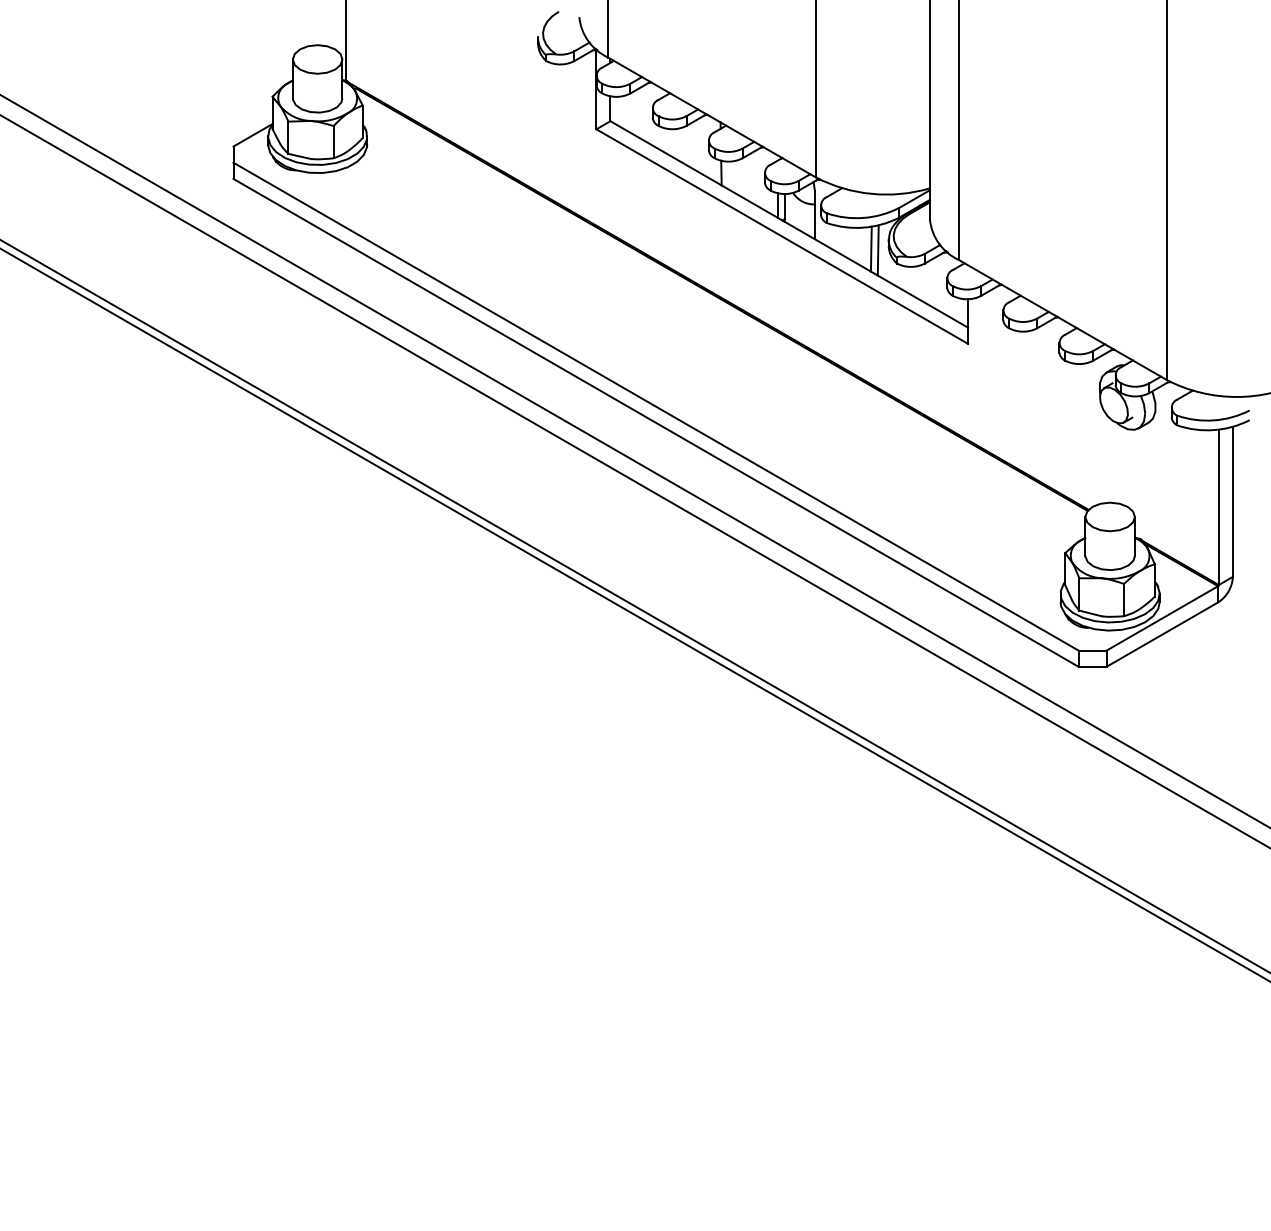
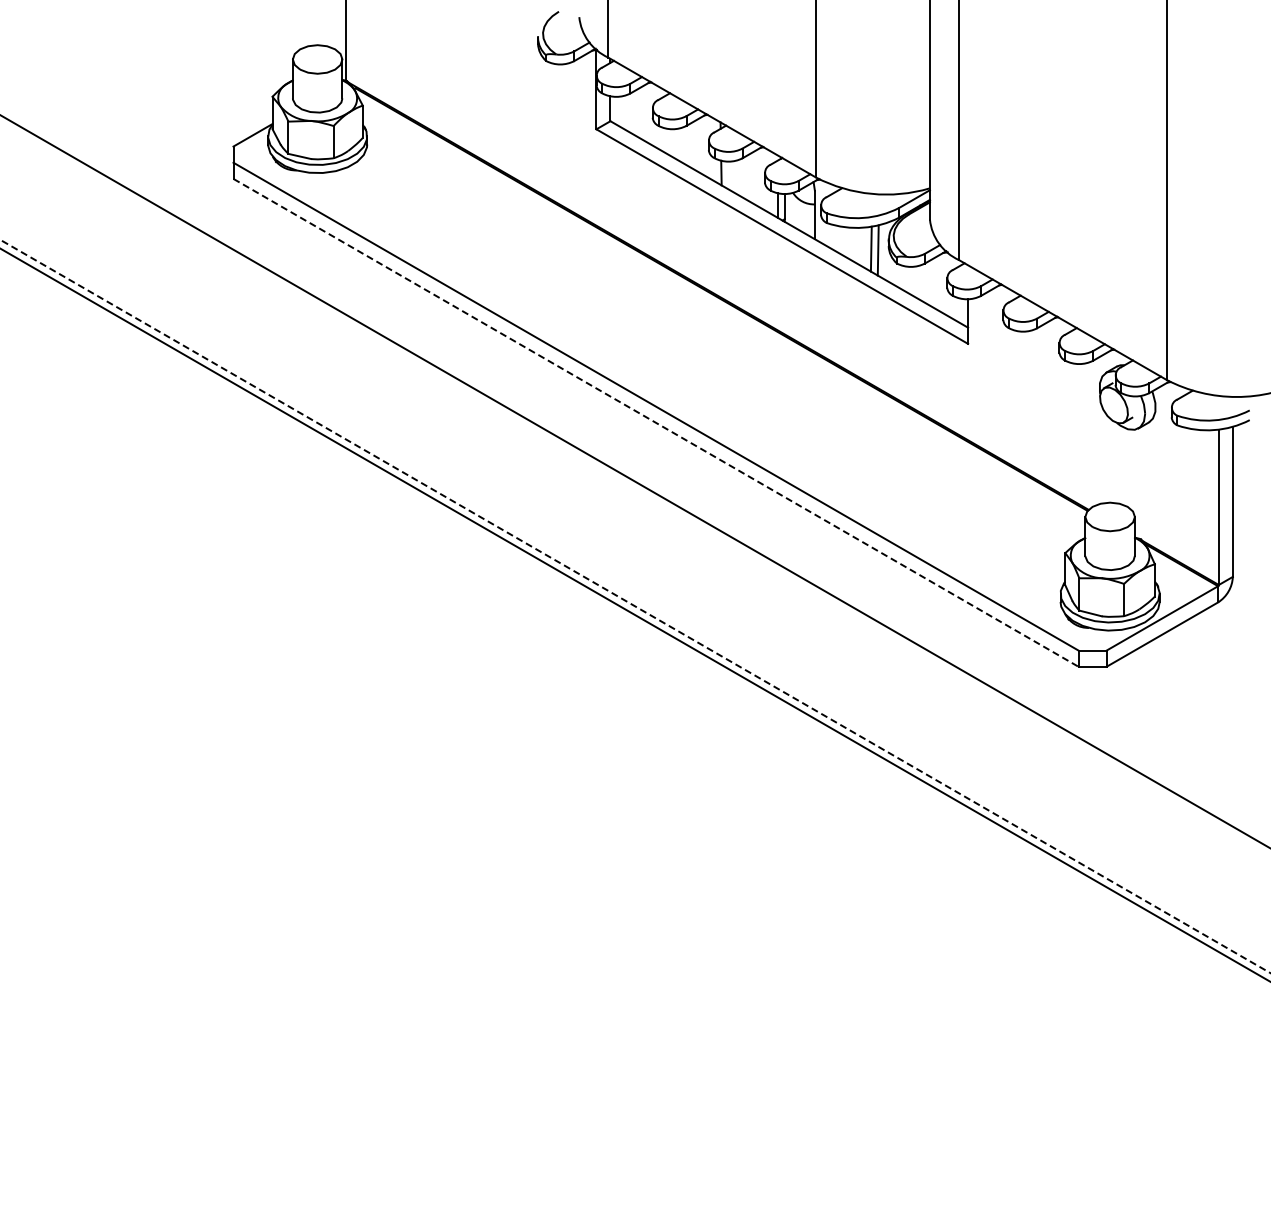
line at (656, 422): solid -> dashed
line at (634, 461): present -> none
line at (635, 606): solid -> dashed
